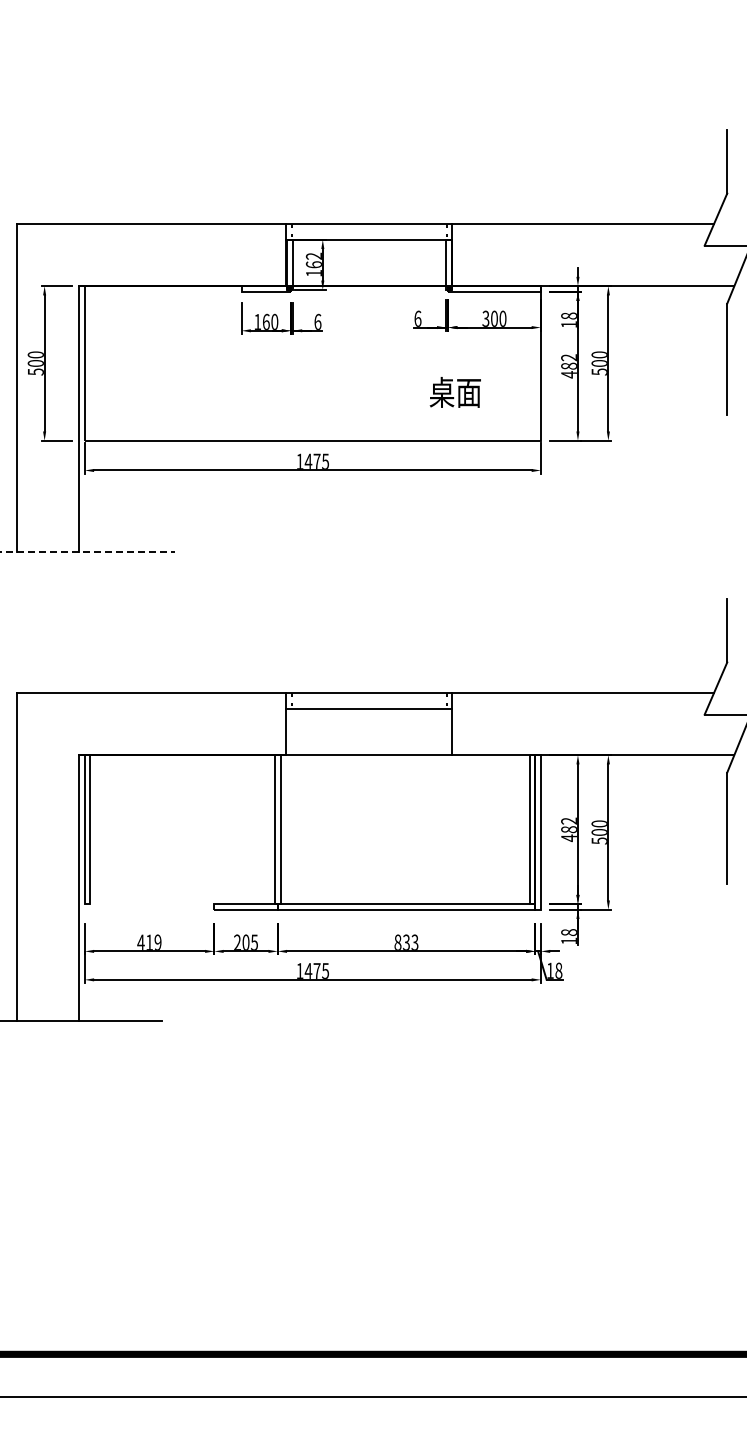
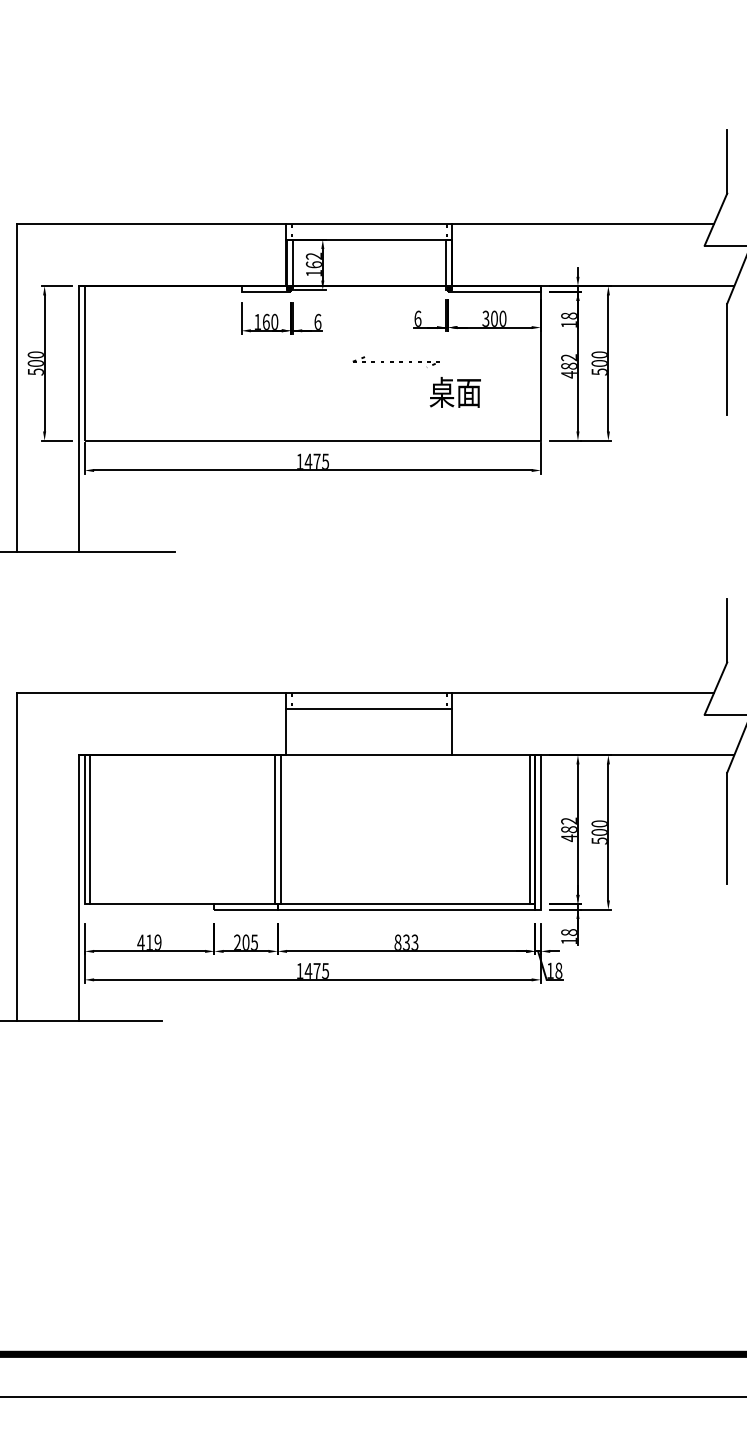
part at (395, 361): none -> present
line at (88, 552): dashed -> solid
line at (152, 904): none -> present
